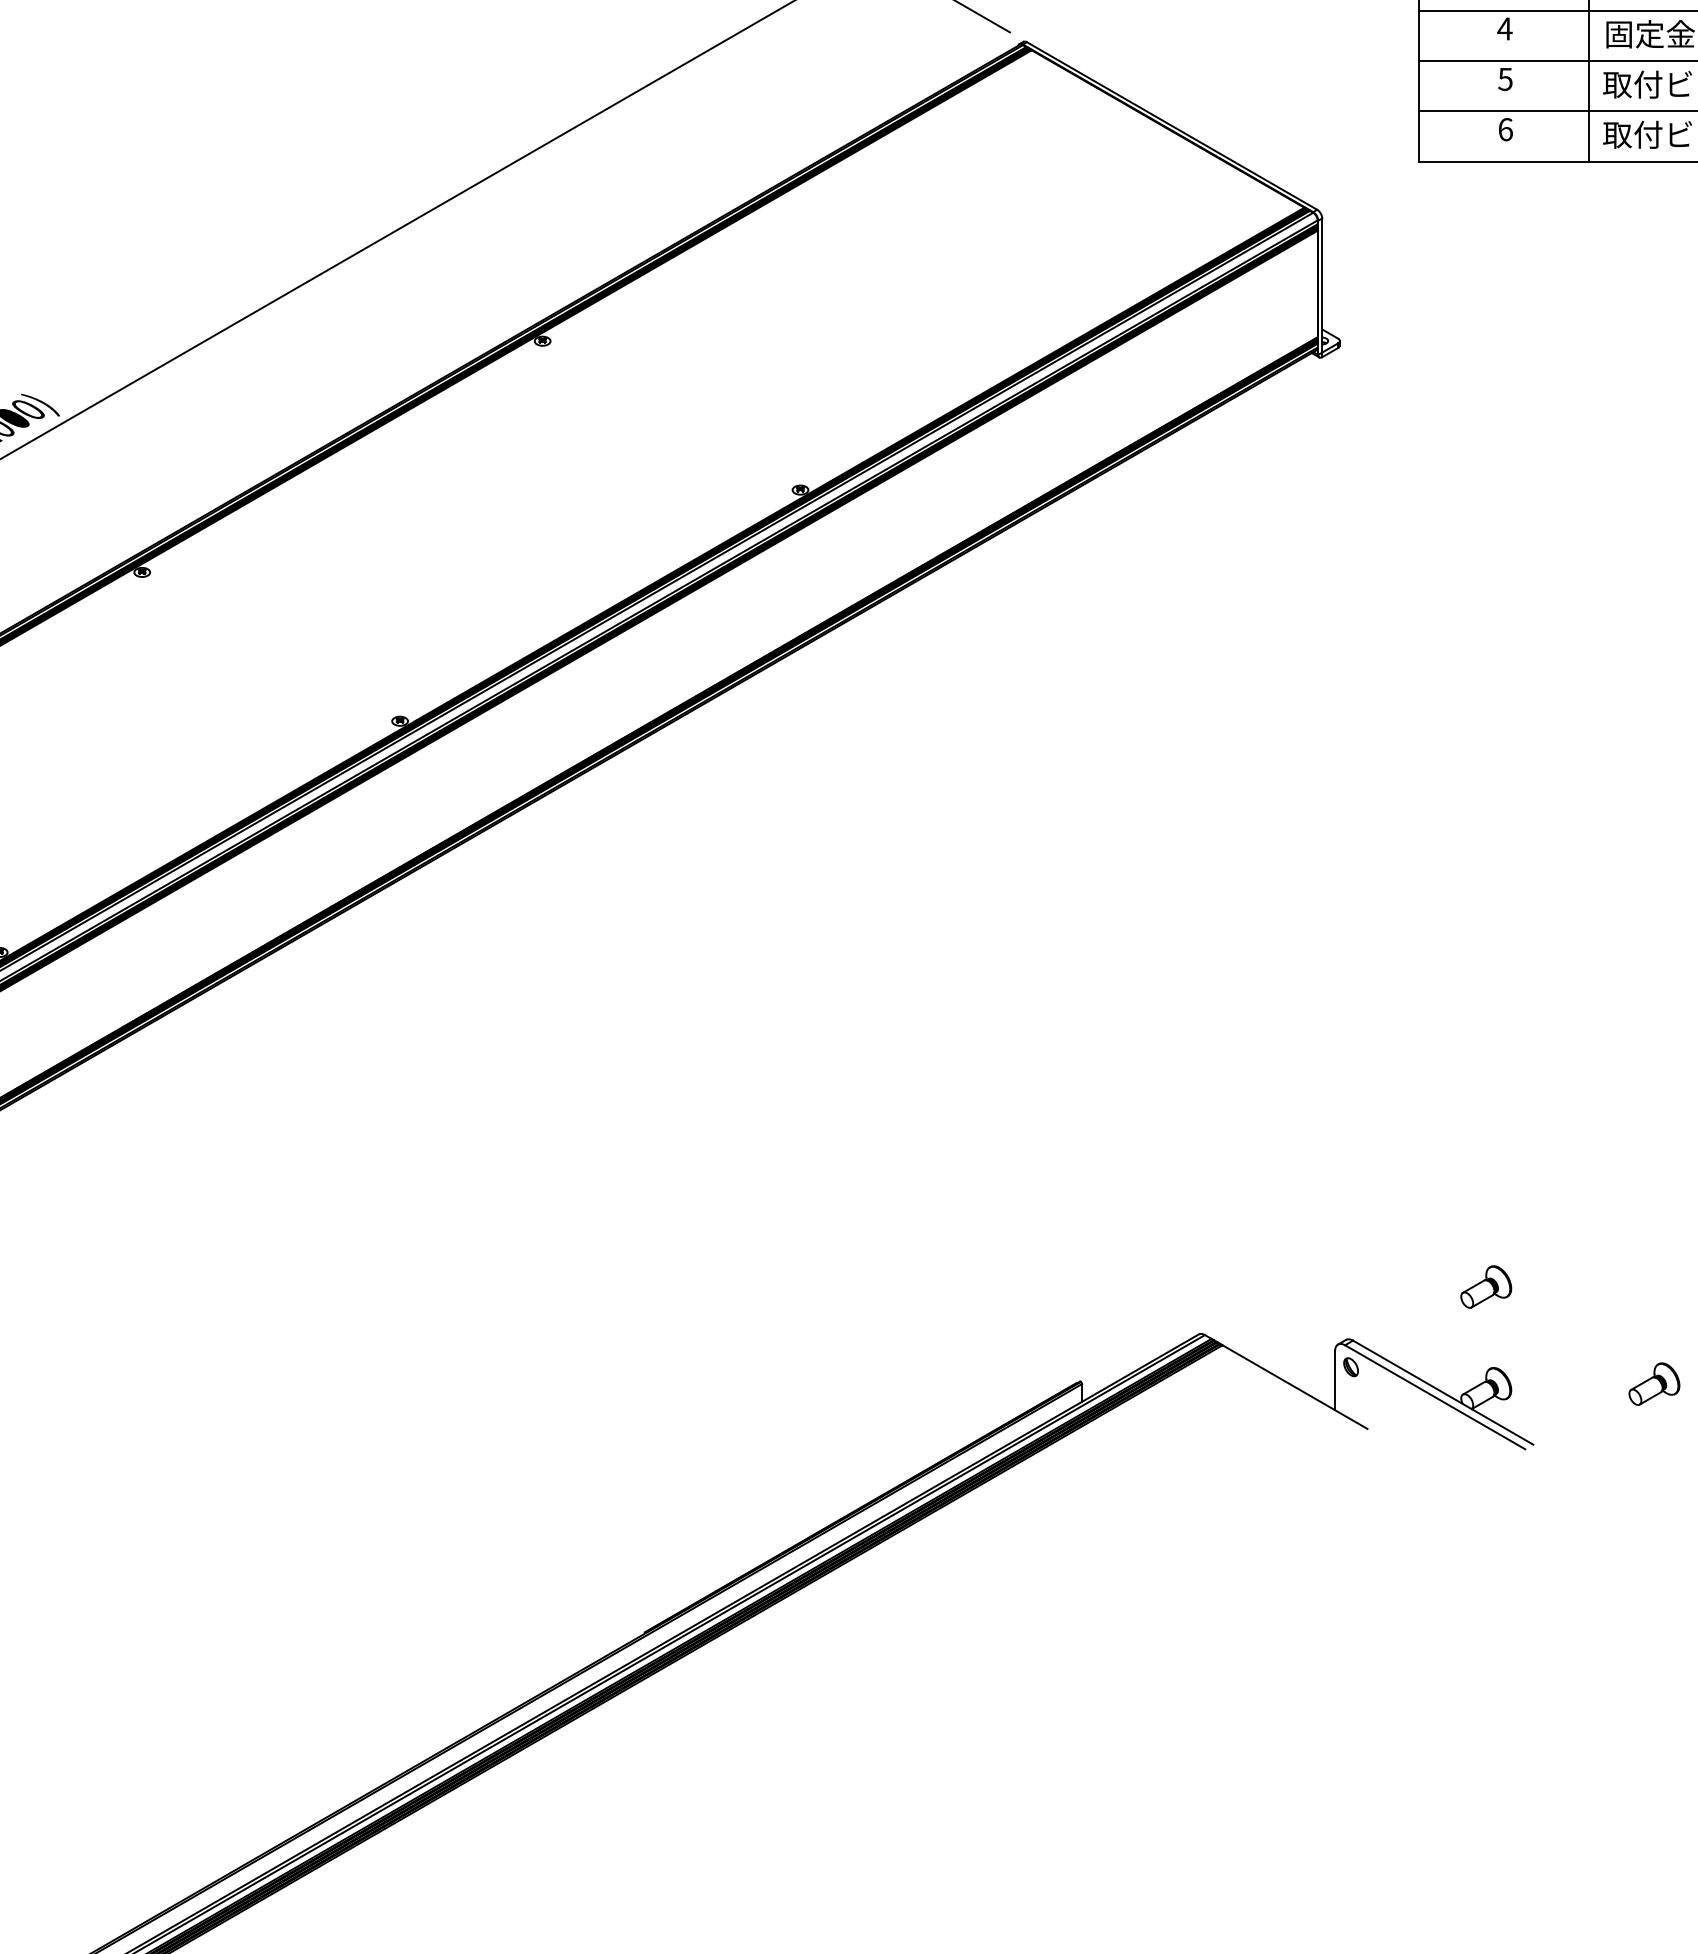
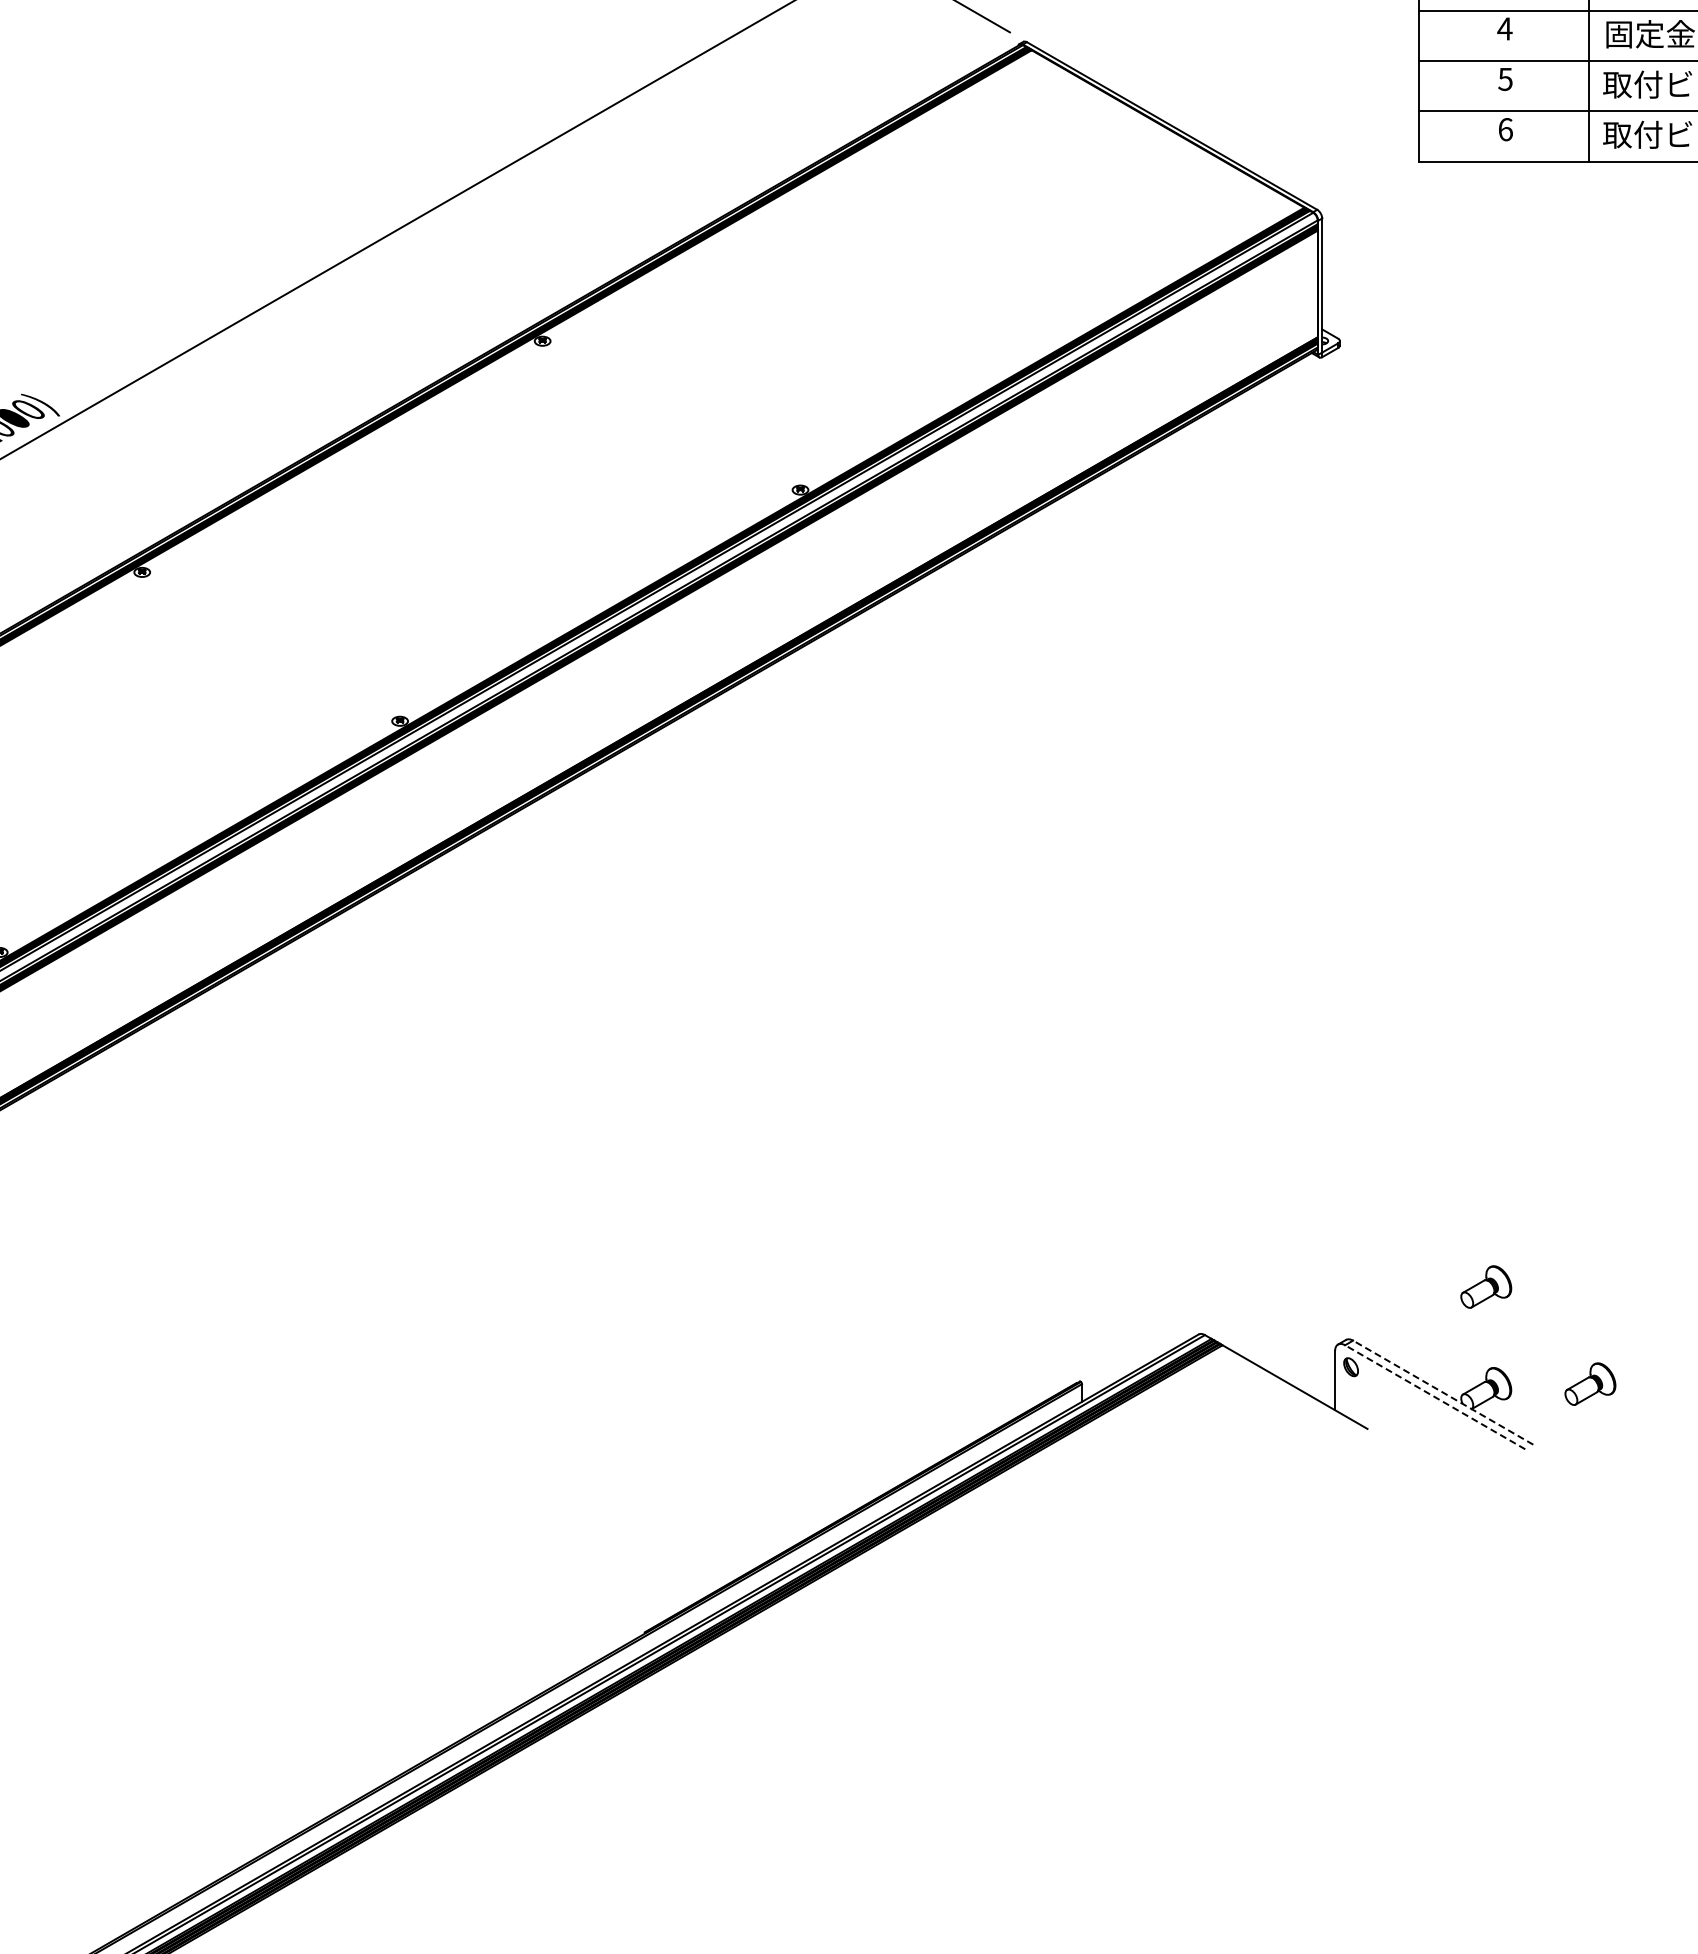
part at (1654, 1383) position: (1654, 1383) -> (1590, 1383)
line at (1442, 1392): solid -> dashed
line at (1434, 1397): solid -> dashed
